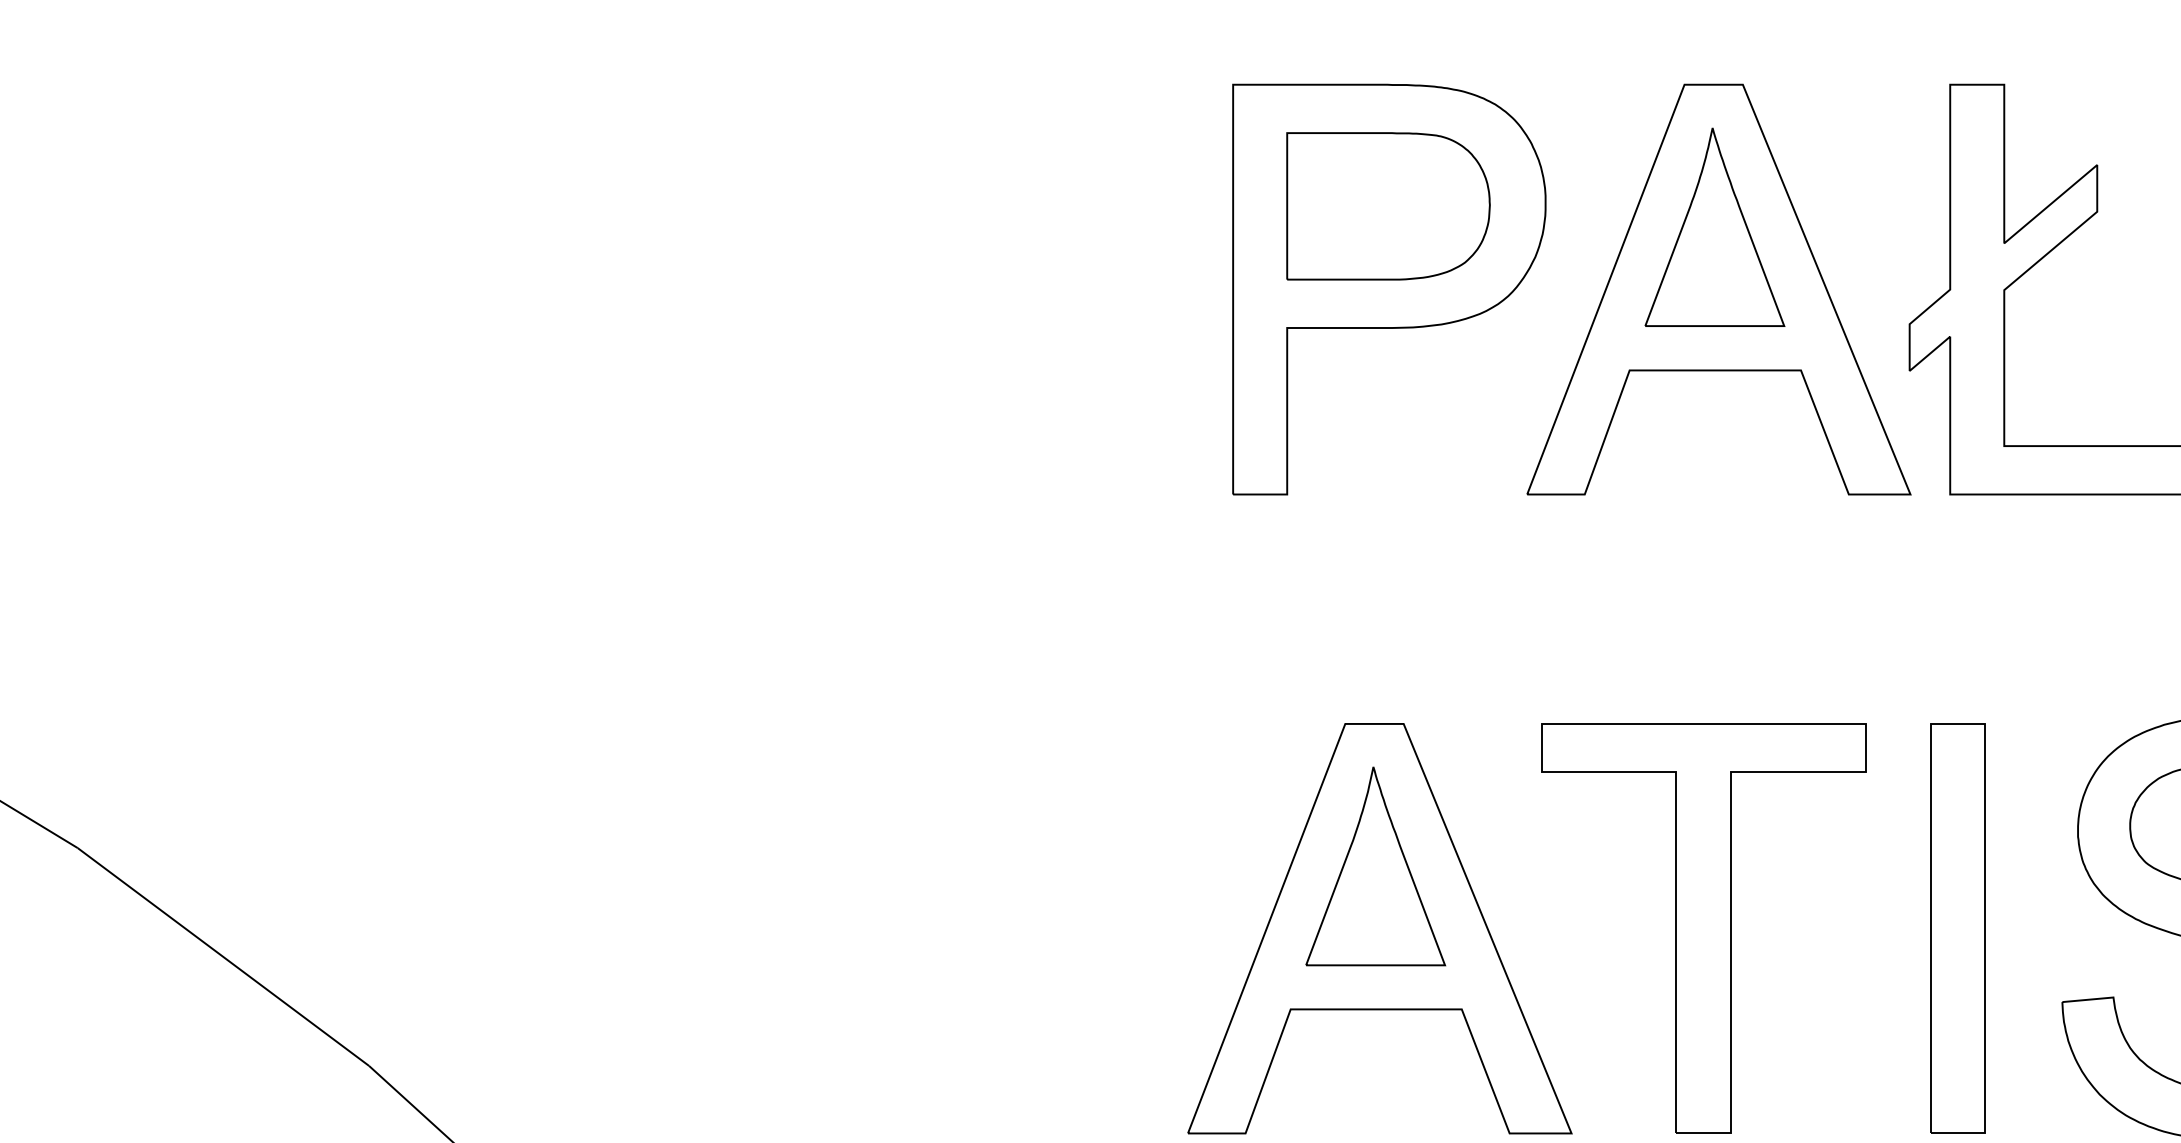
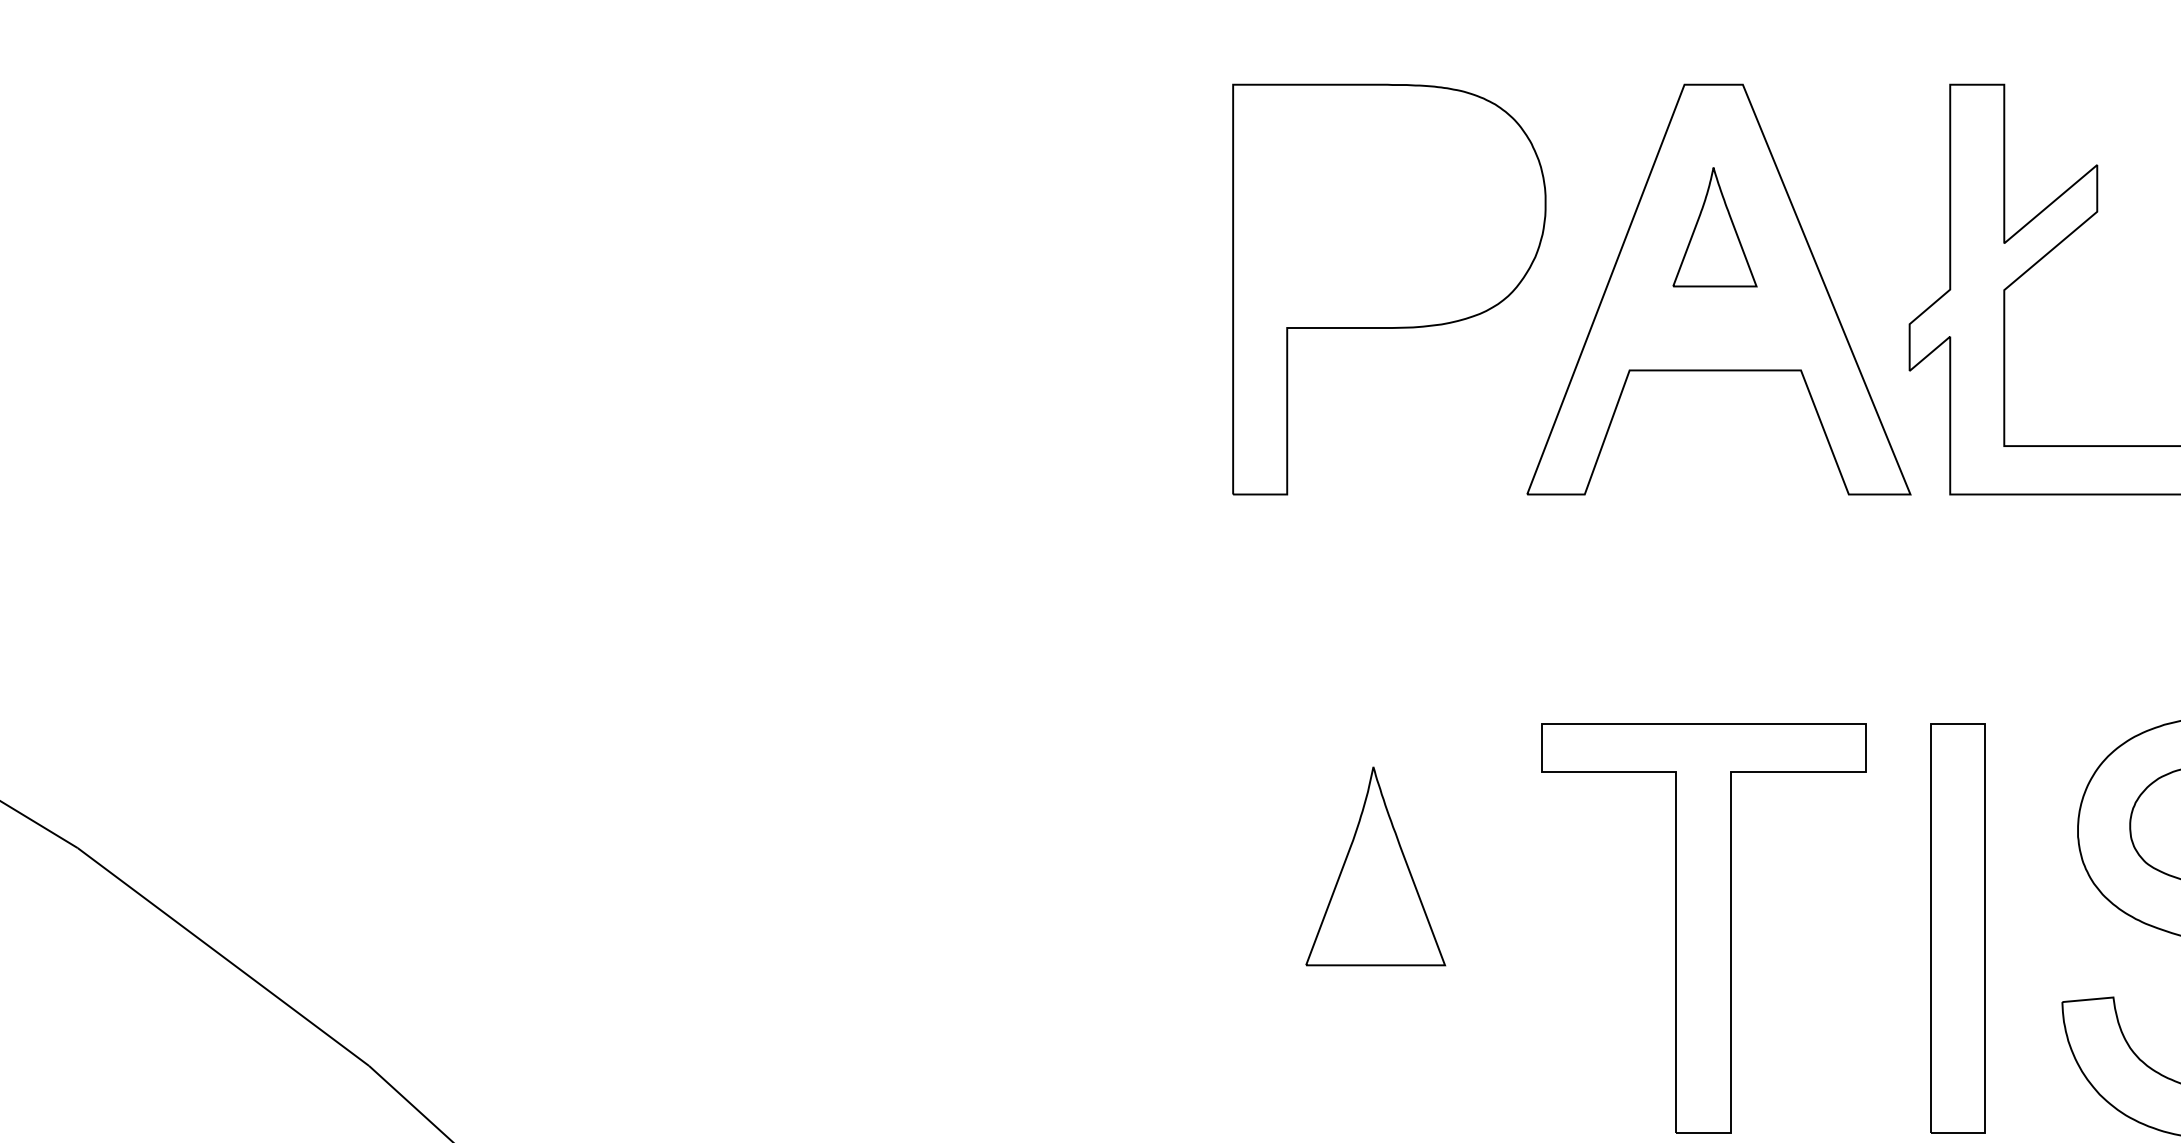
part at (1388, 206): present -> none
part at (1714, 226) size: 142x200 px -> 86x121 px
part at (1379, 928): present -> none
